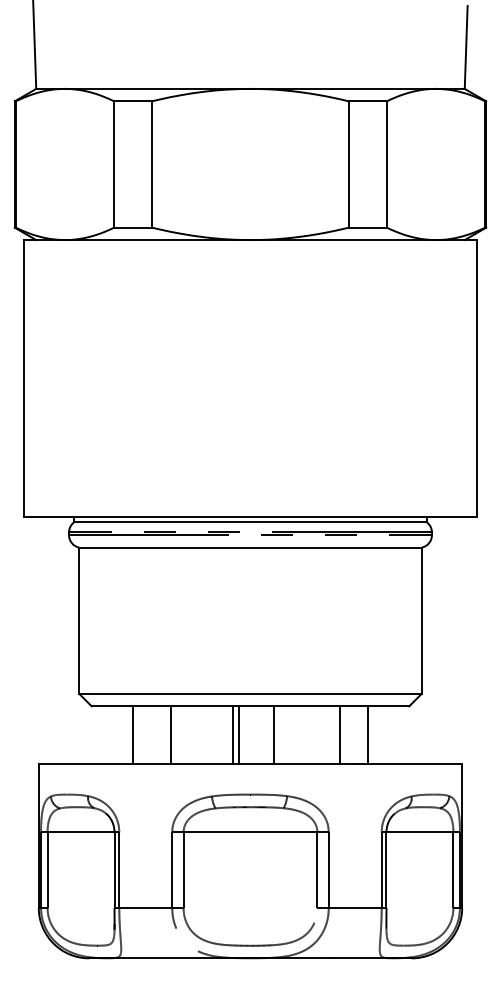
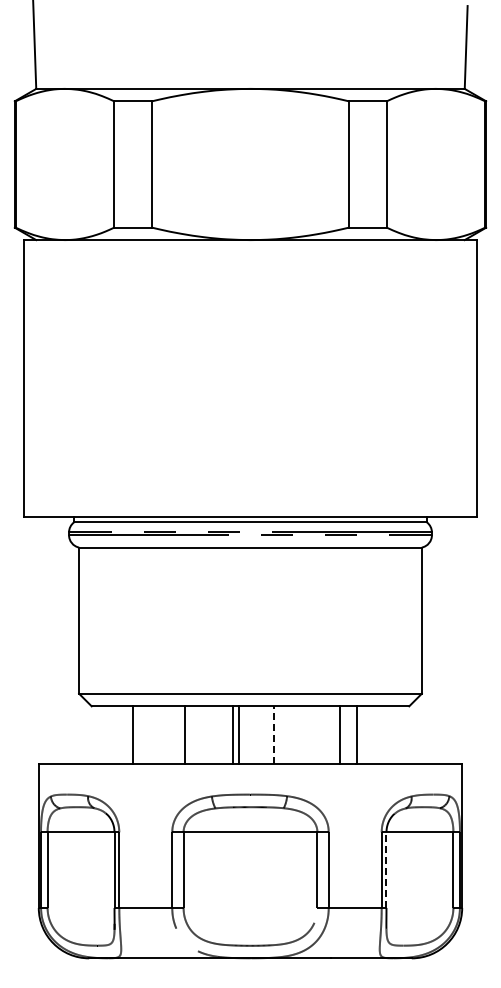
line at (171, 735) position: (171, 735) -> (185, 735)
line at (274, 735): solid -> dashed
line at (367, 735) position: (367, 735) -> (356, 735)
line at (386, 870): solid -> dashed
